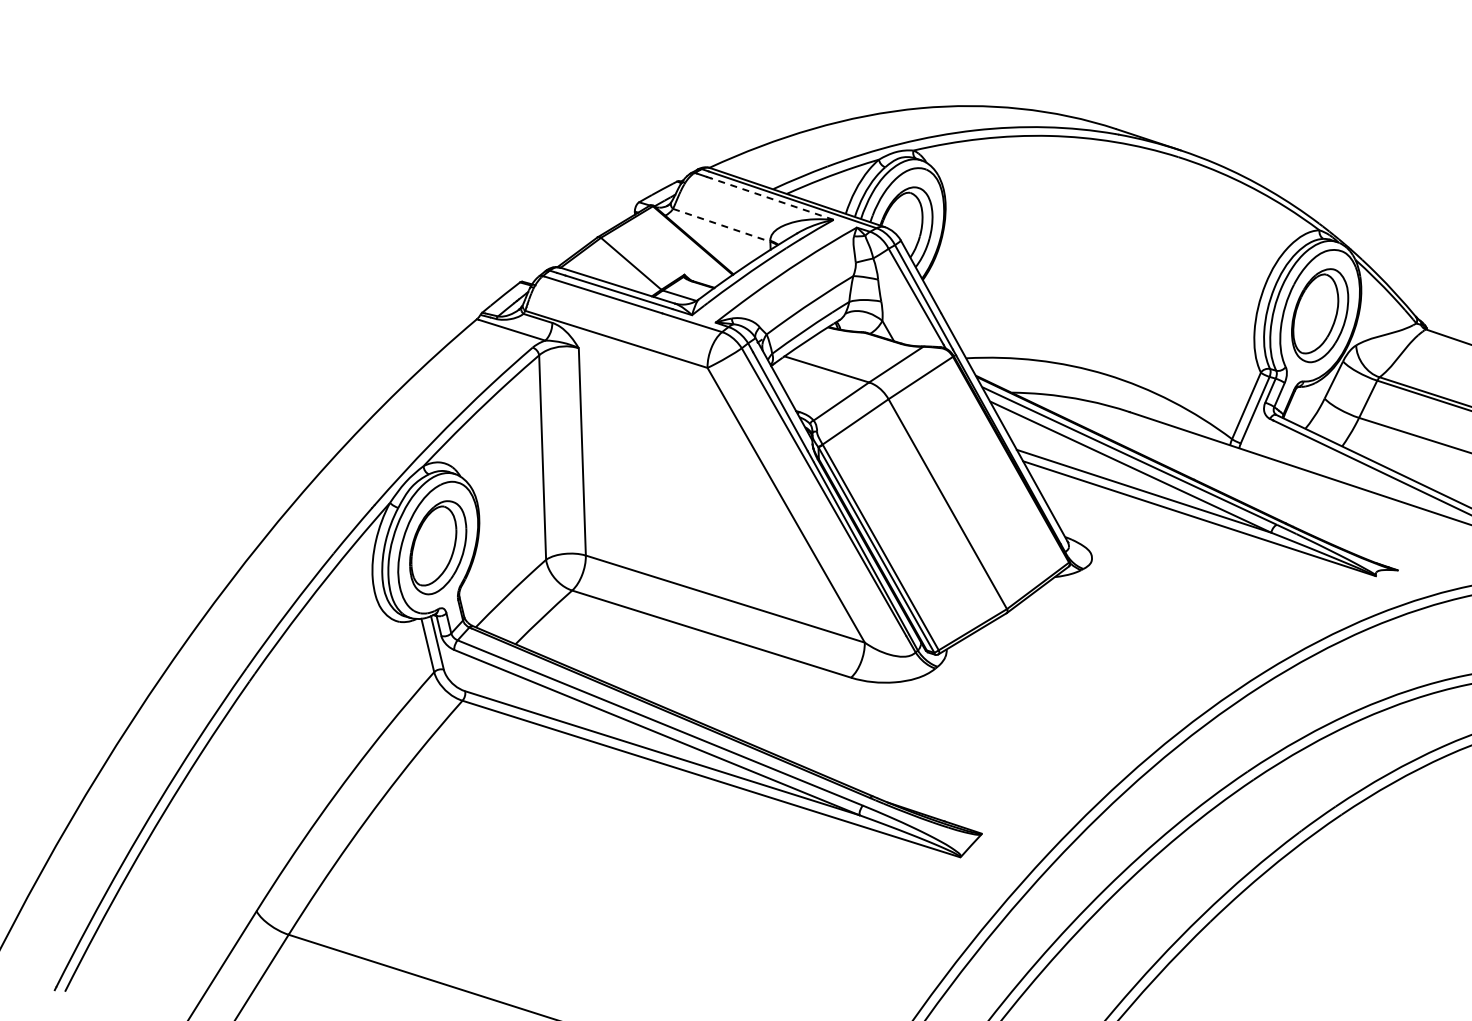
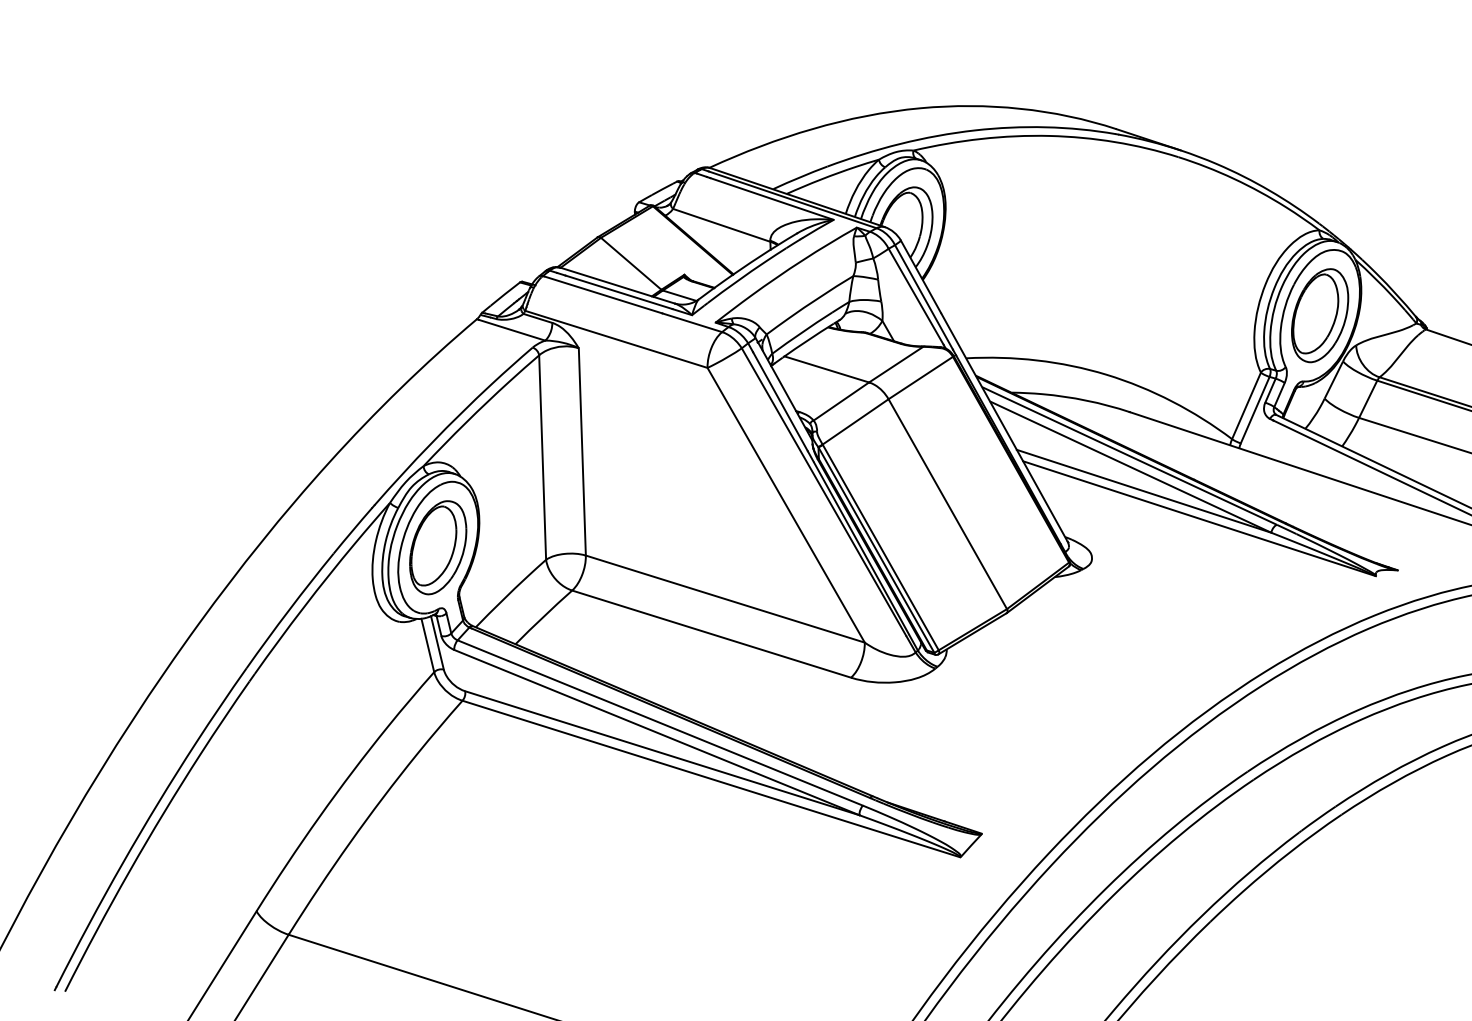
line at (771, 198): dashed -> solid
line at (722, 225): dashed -> solid
